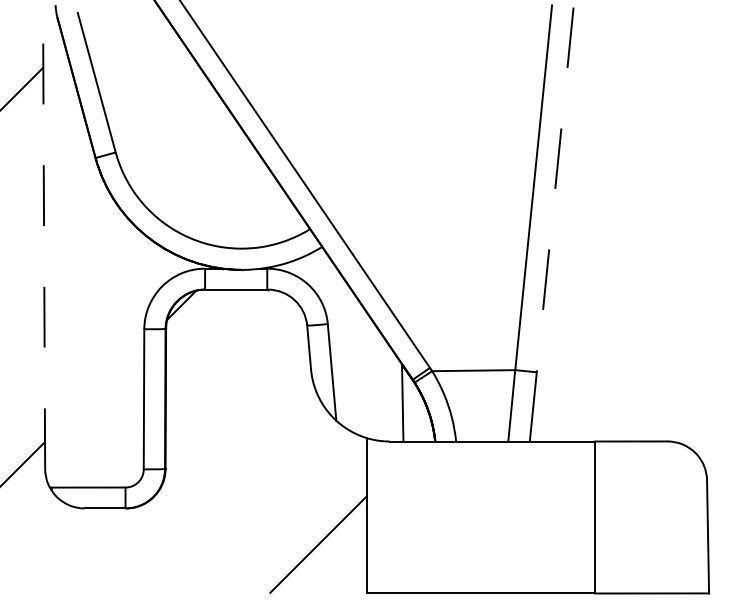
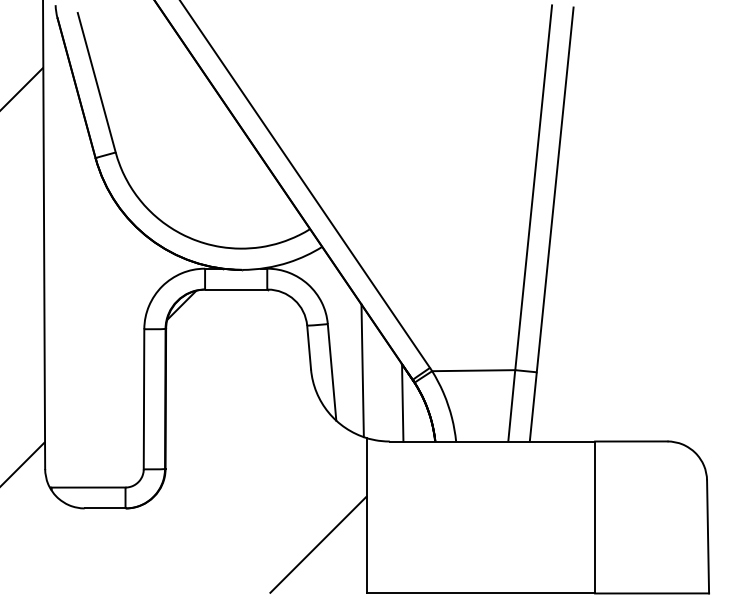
line at (555, 190): dashed -> solid
line at (44, 234): dashed -> solid
line at (362, 370): none -> present
